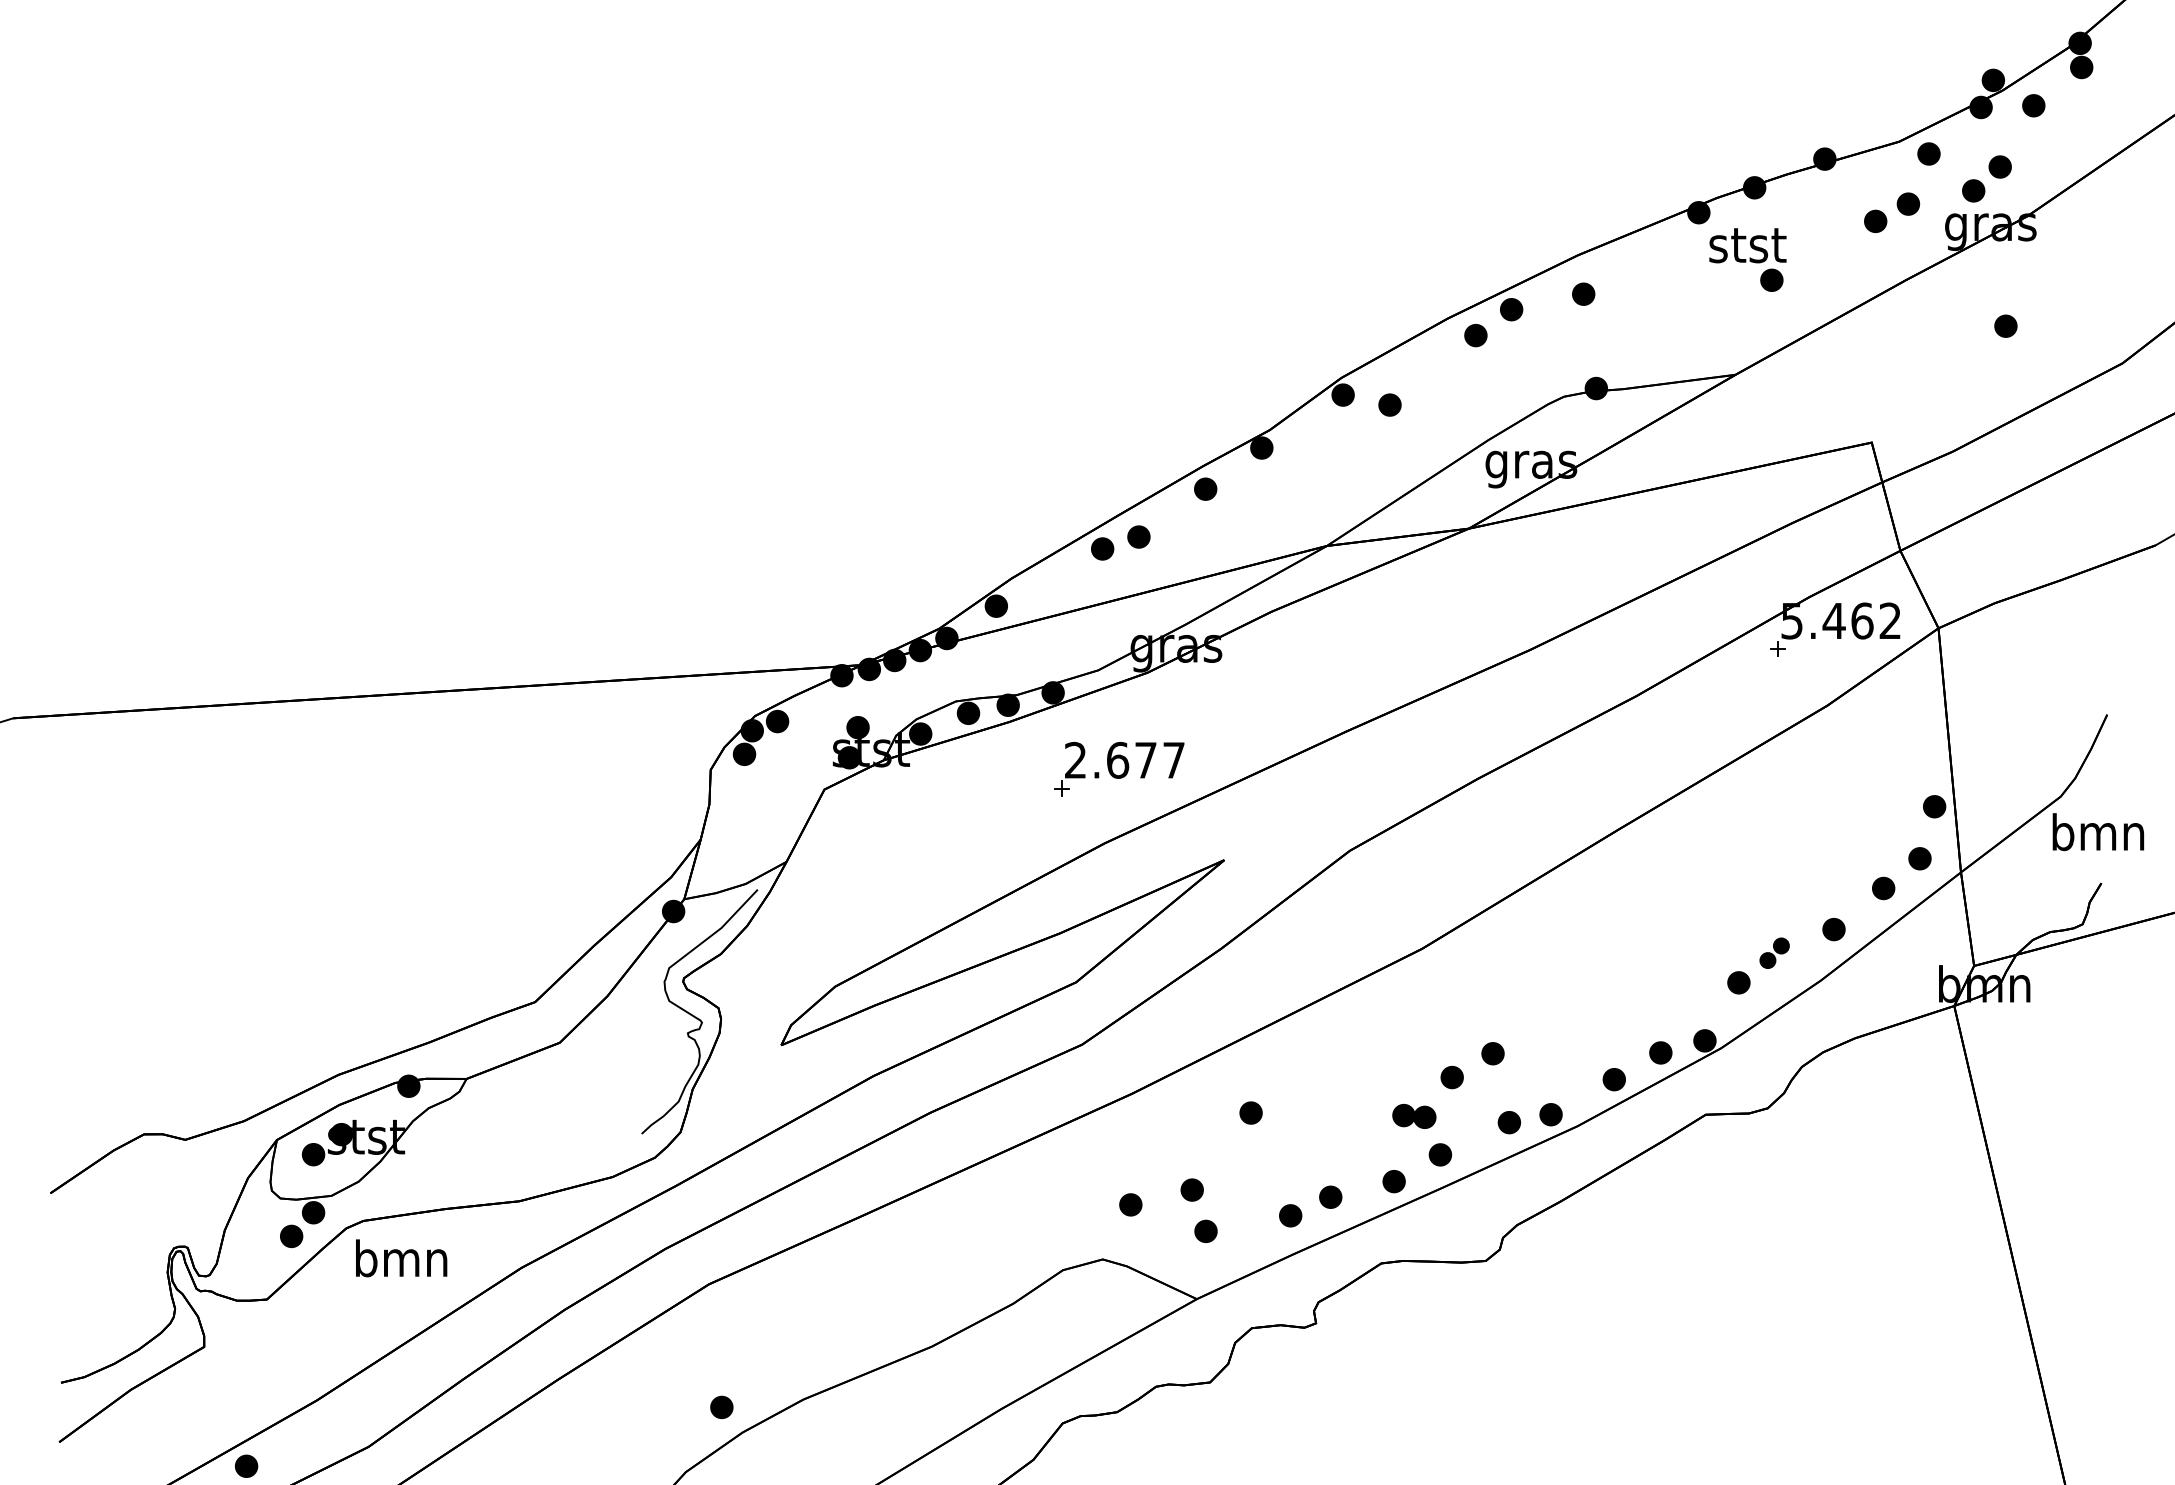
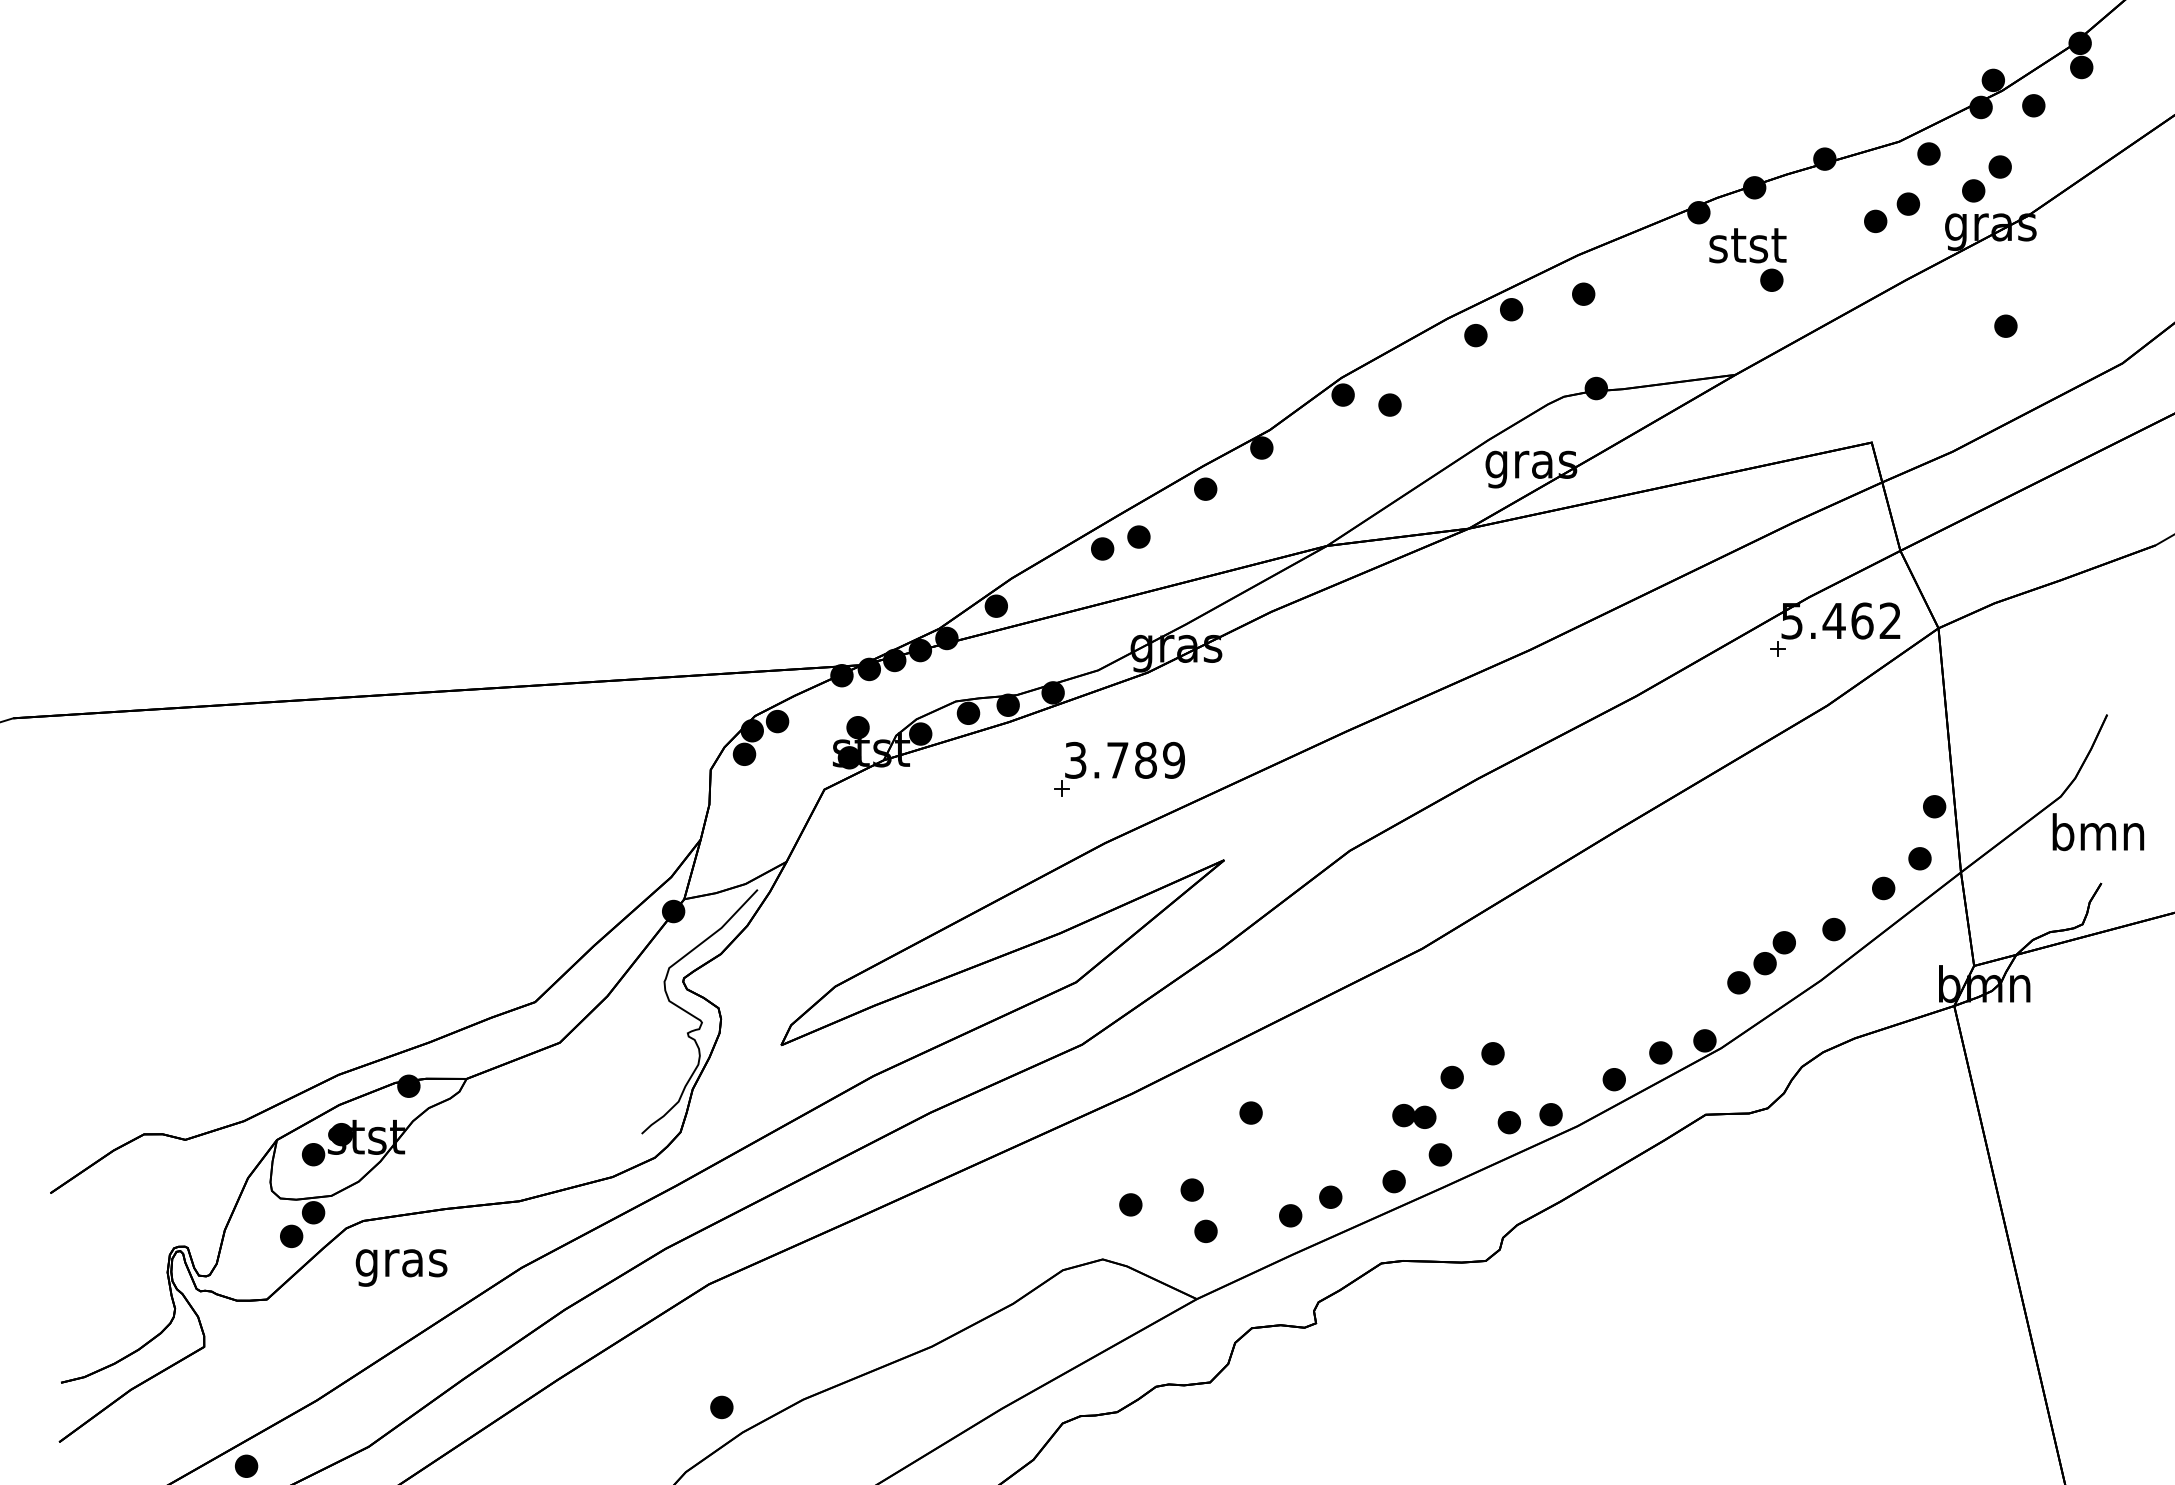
text at (1125, 759): 2.677 -> 3.789
part at (1774, 952) size: 31x32 px -> 43x45 px
text at (401, 1262): bmn -> gras
